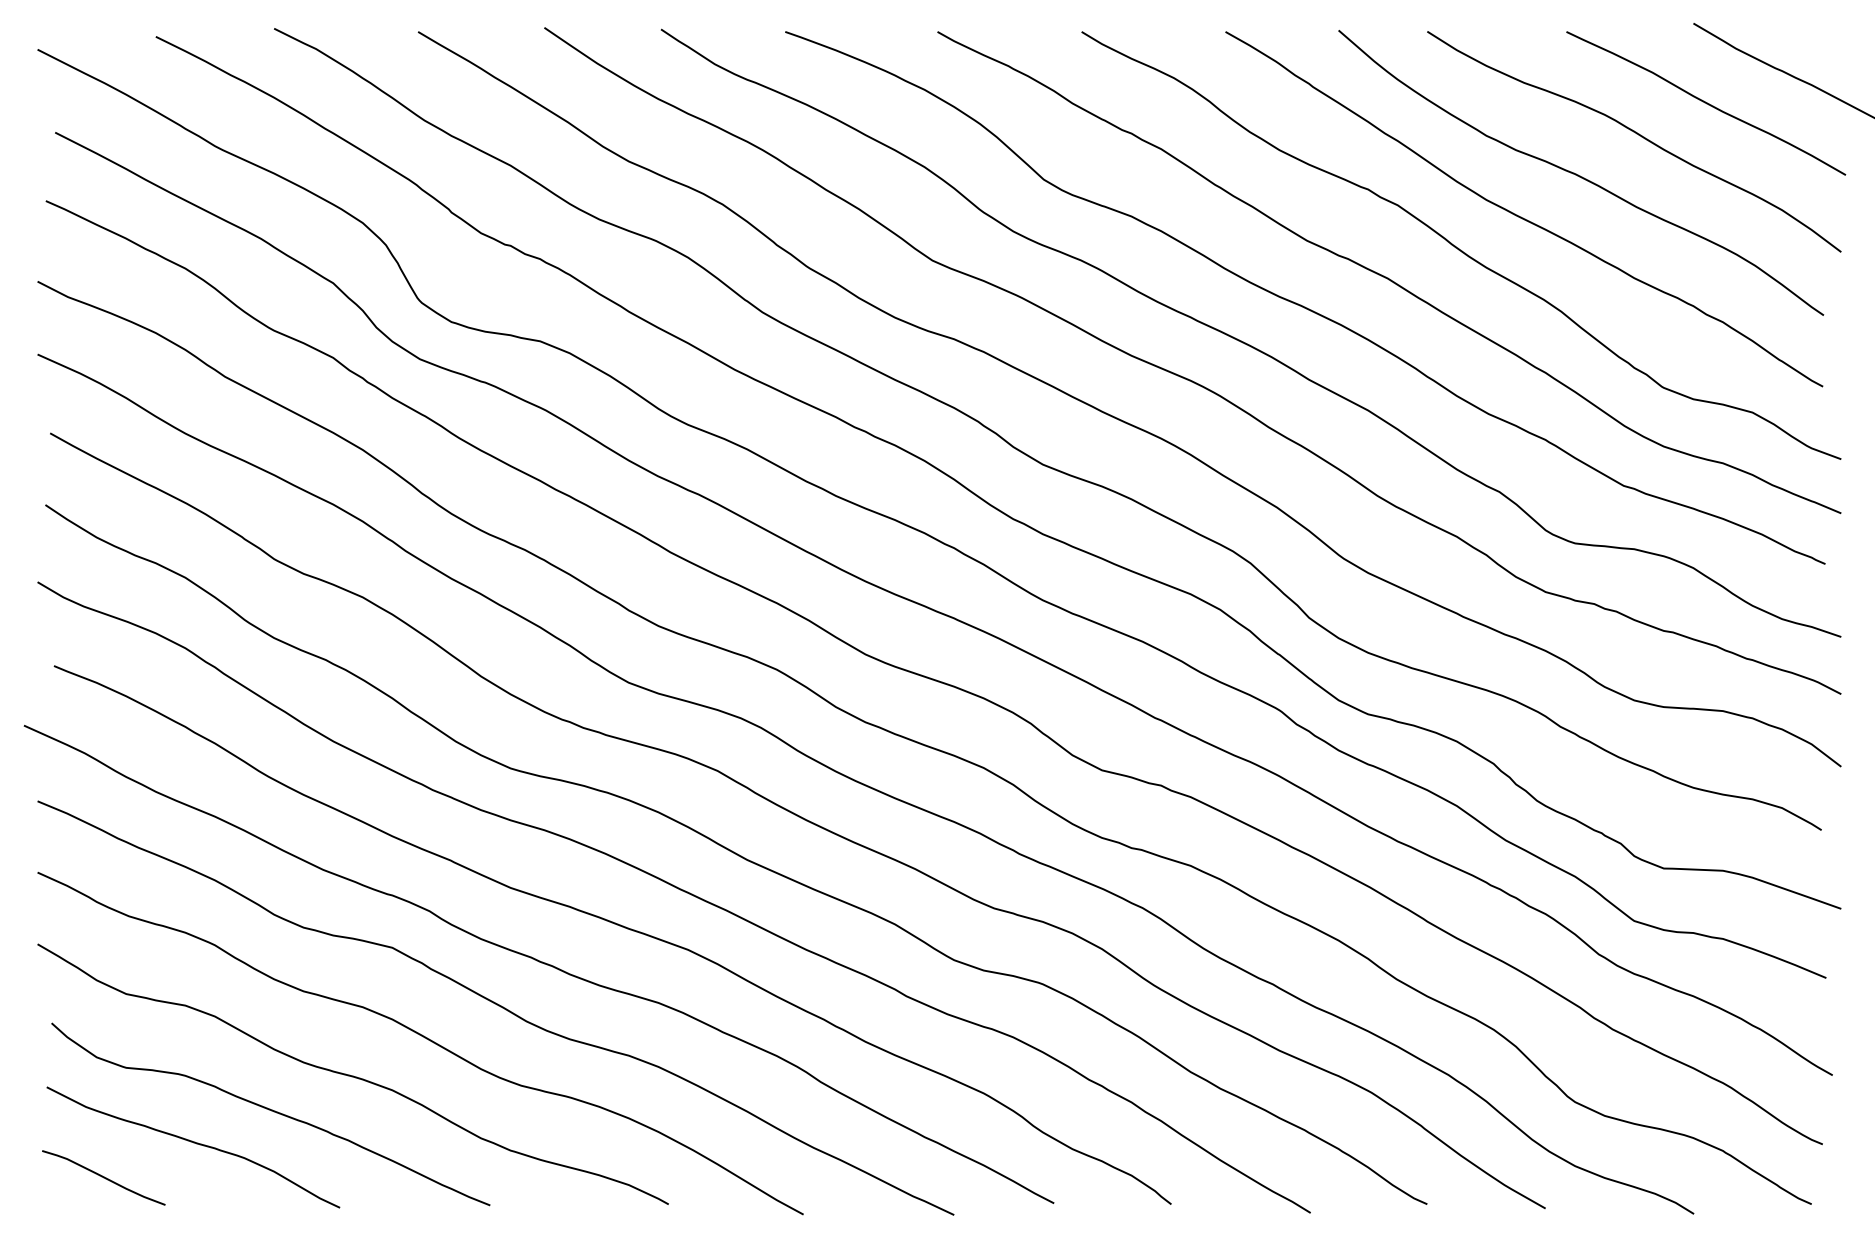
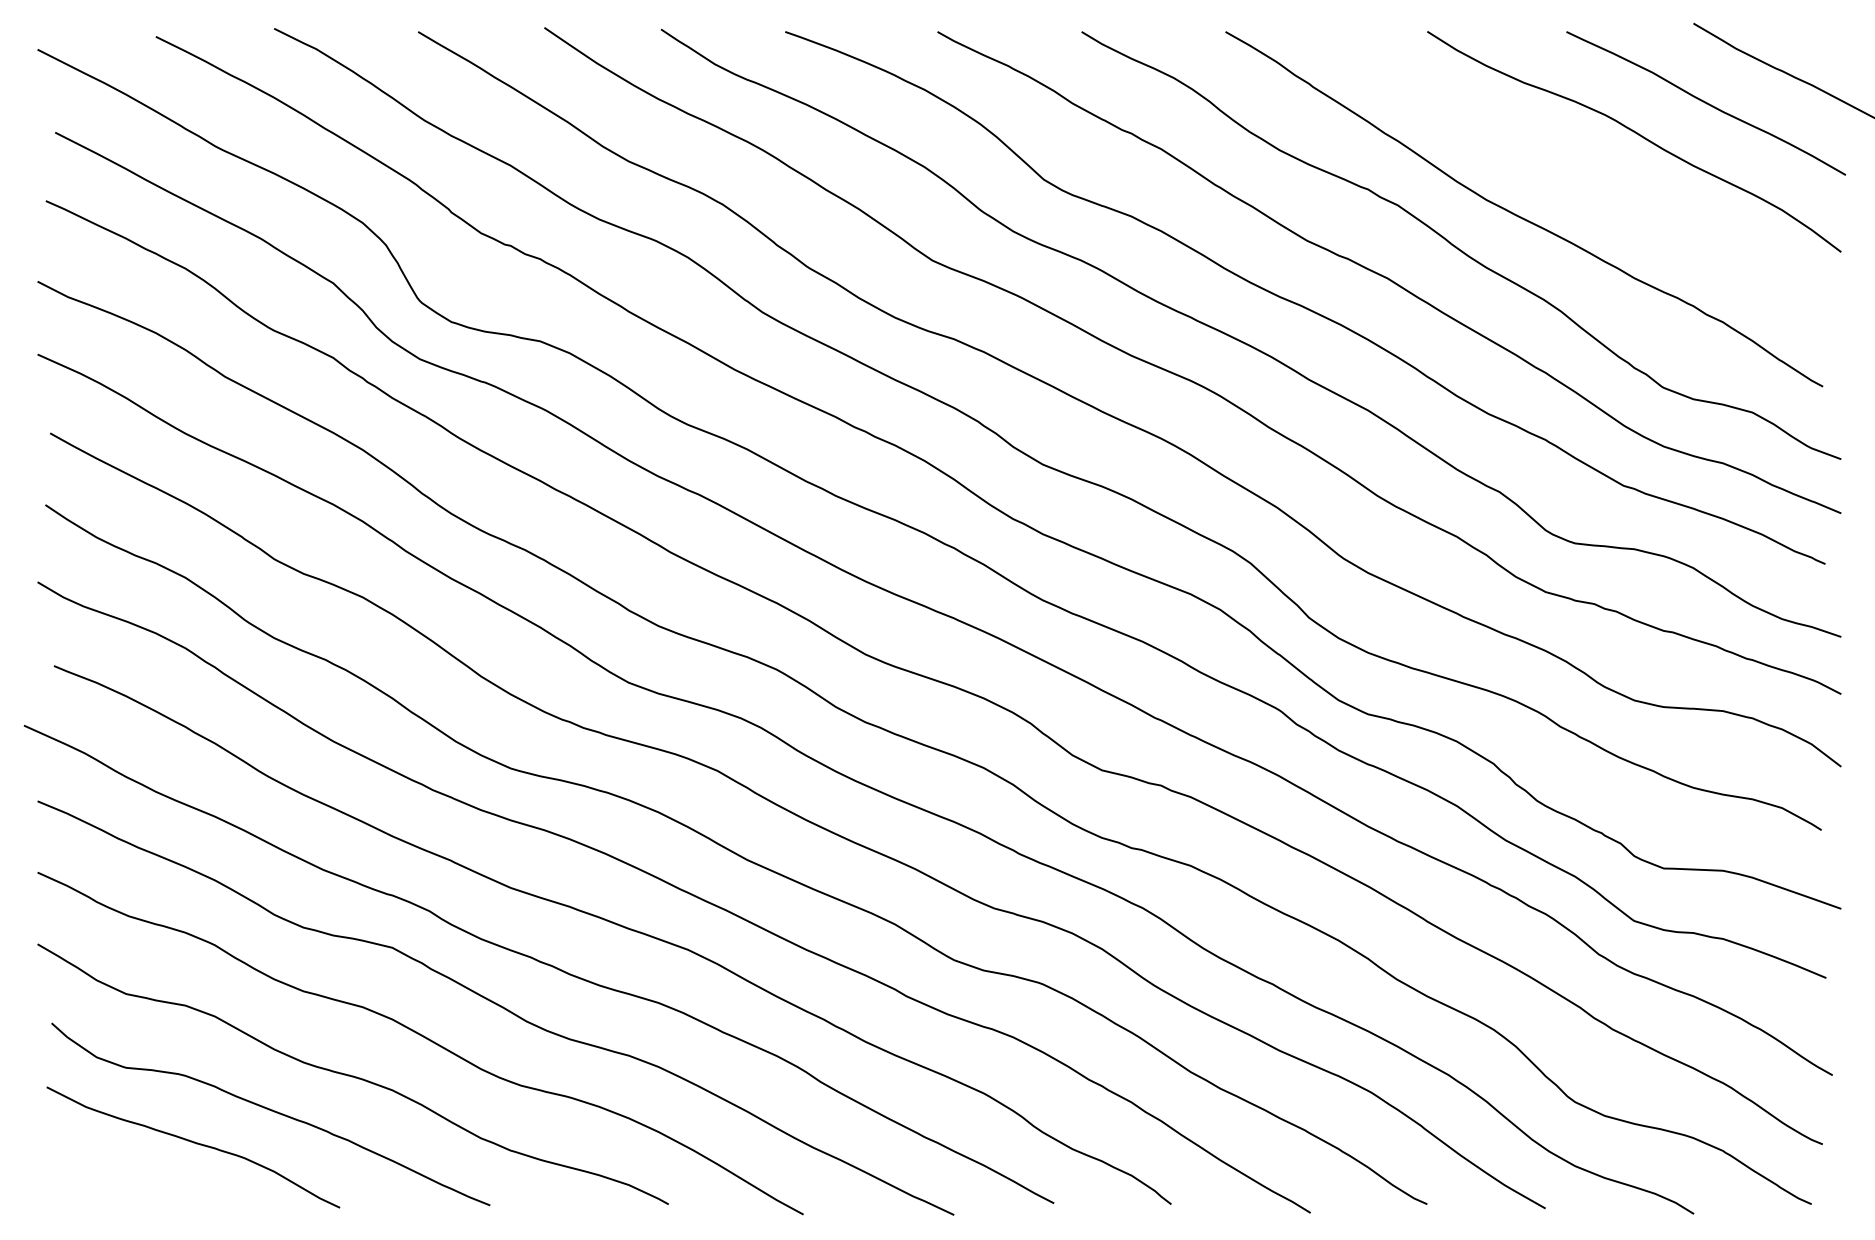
curve at (1580, 175): present -> none
curve at (103, 1177): present -> none
